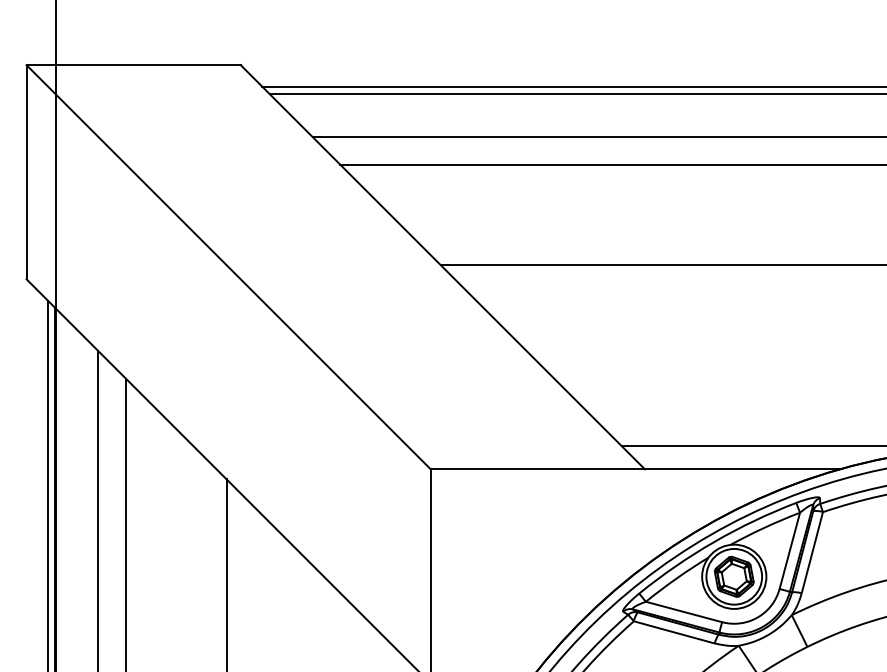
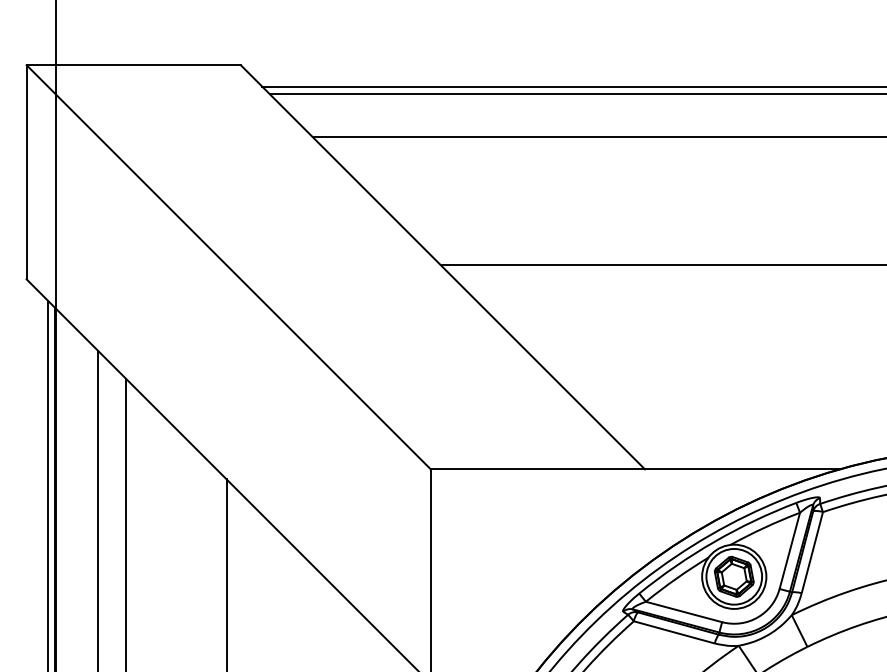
line at (611, 164): present -> none
line at (752, 446): present -> none
